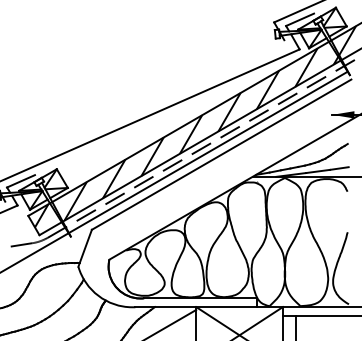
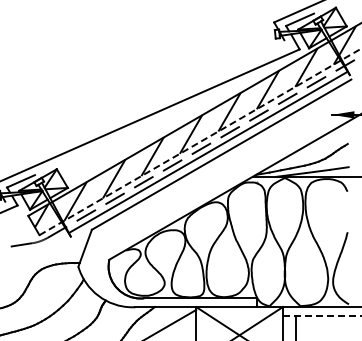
line at (201, 141): solid -> dashed
line at (34, 252): present -> none
line at (322, 315): solid -> dashed
